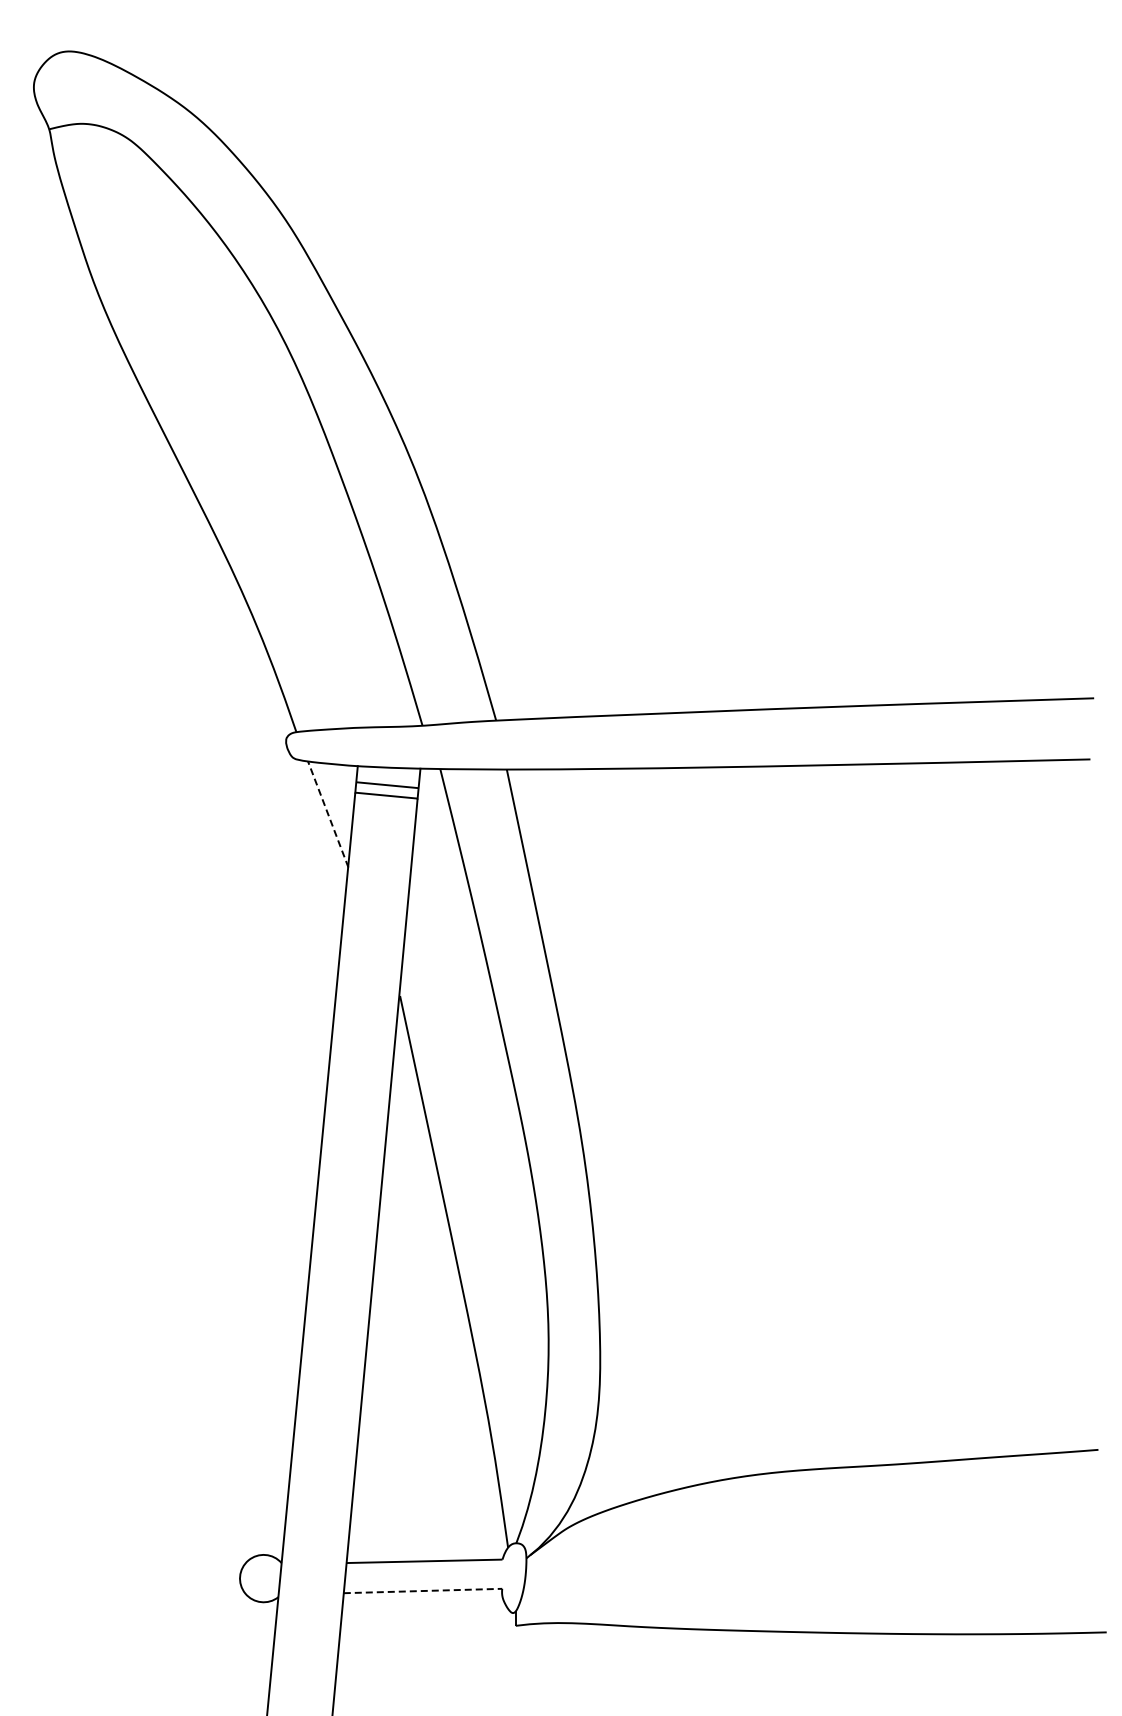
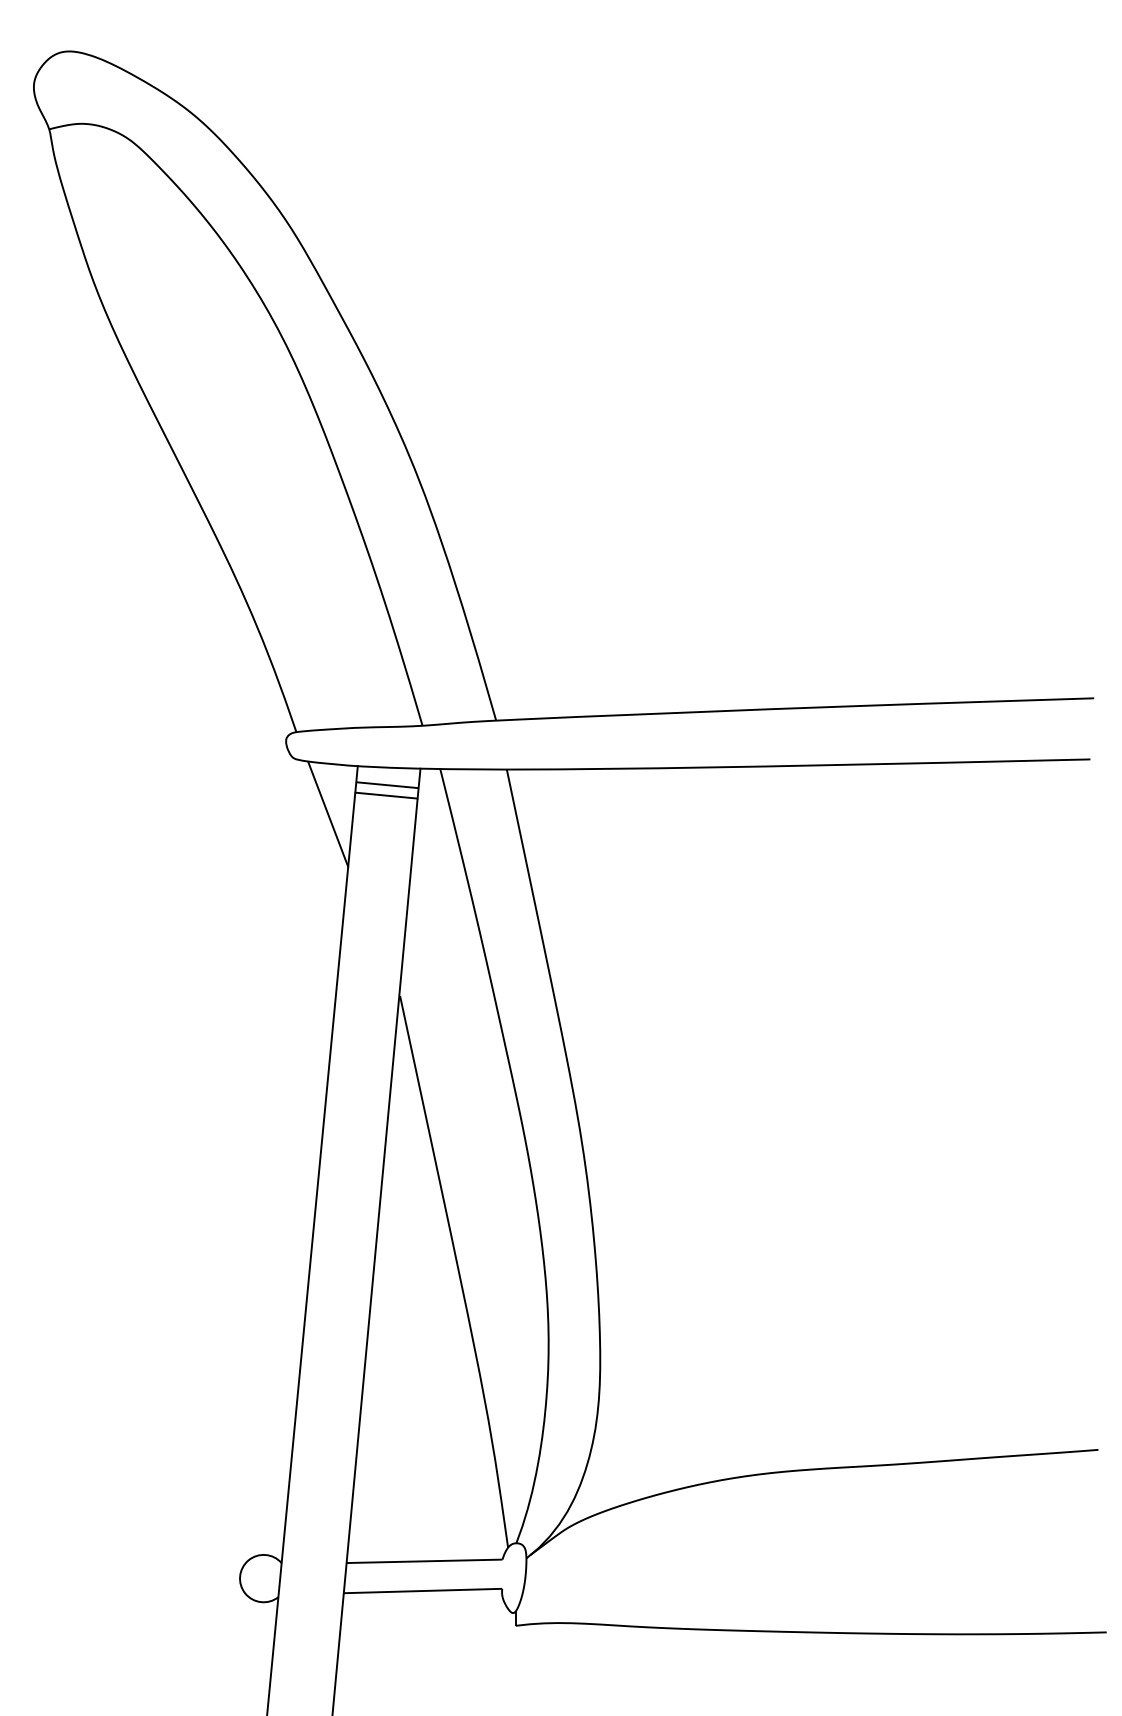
line at (328, 814): dashed -> solid
line at (423, 1591): dashed -> solid
